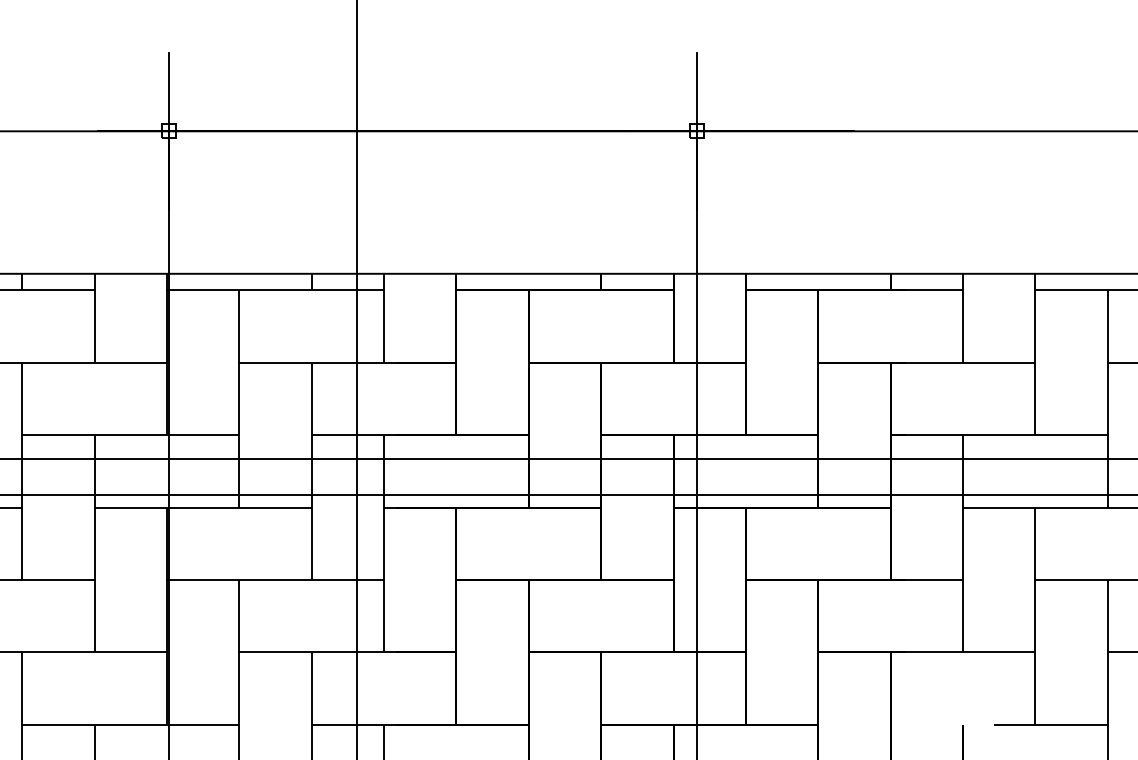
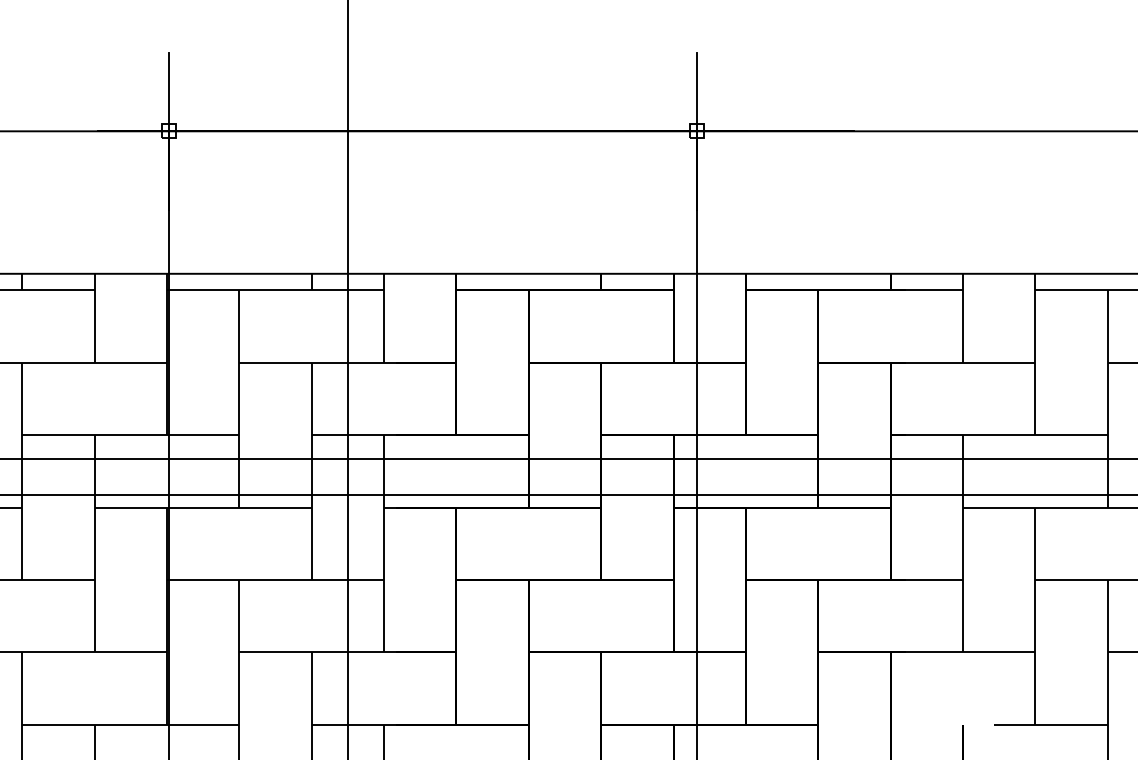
line at (356, 379) position: (356, 379) -> (347, 379)
